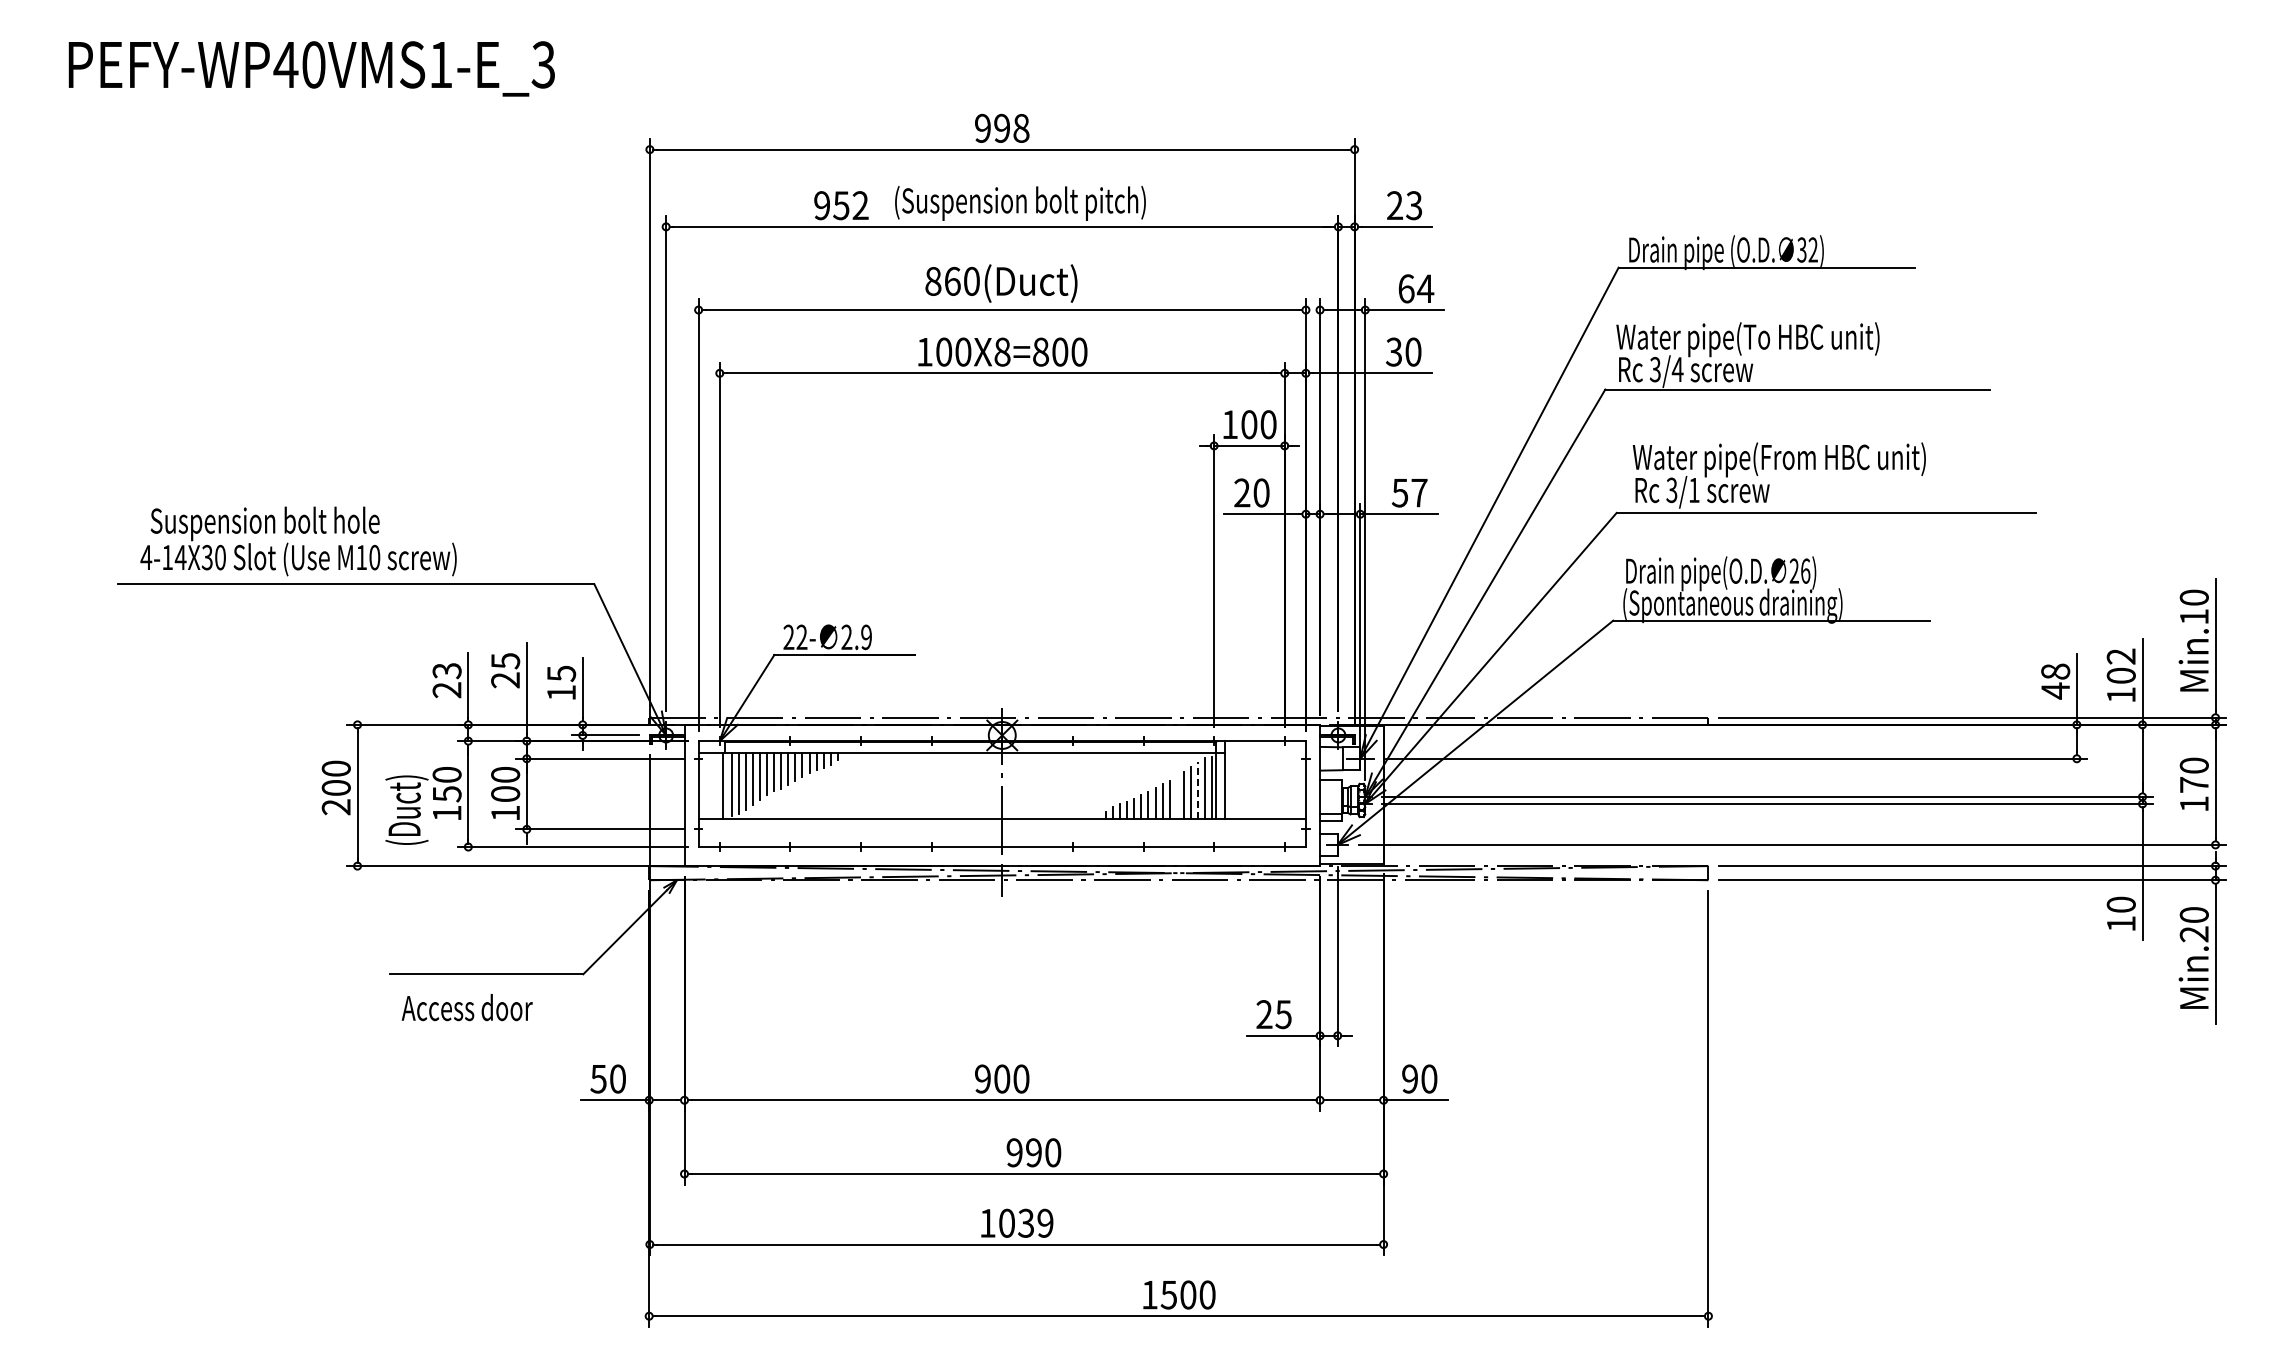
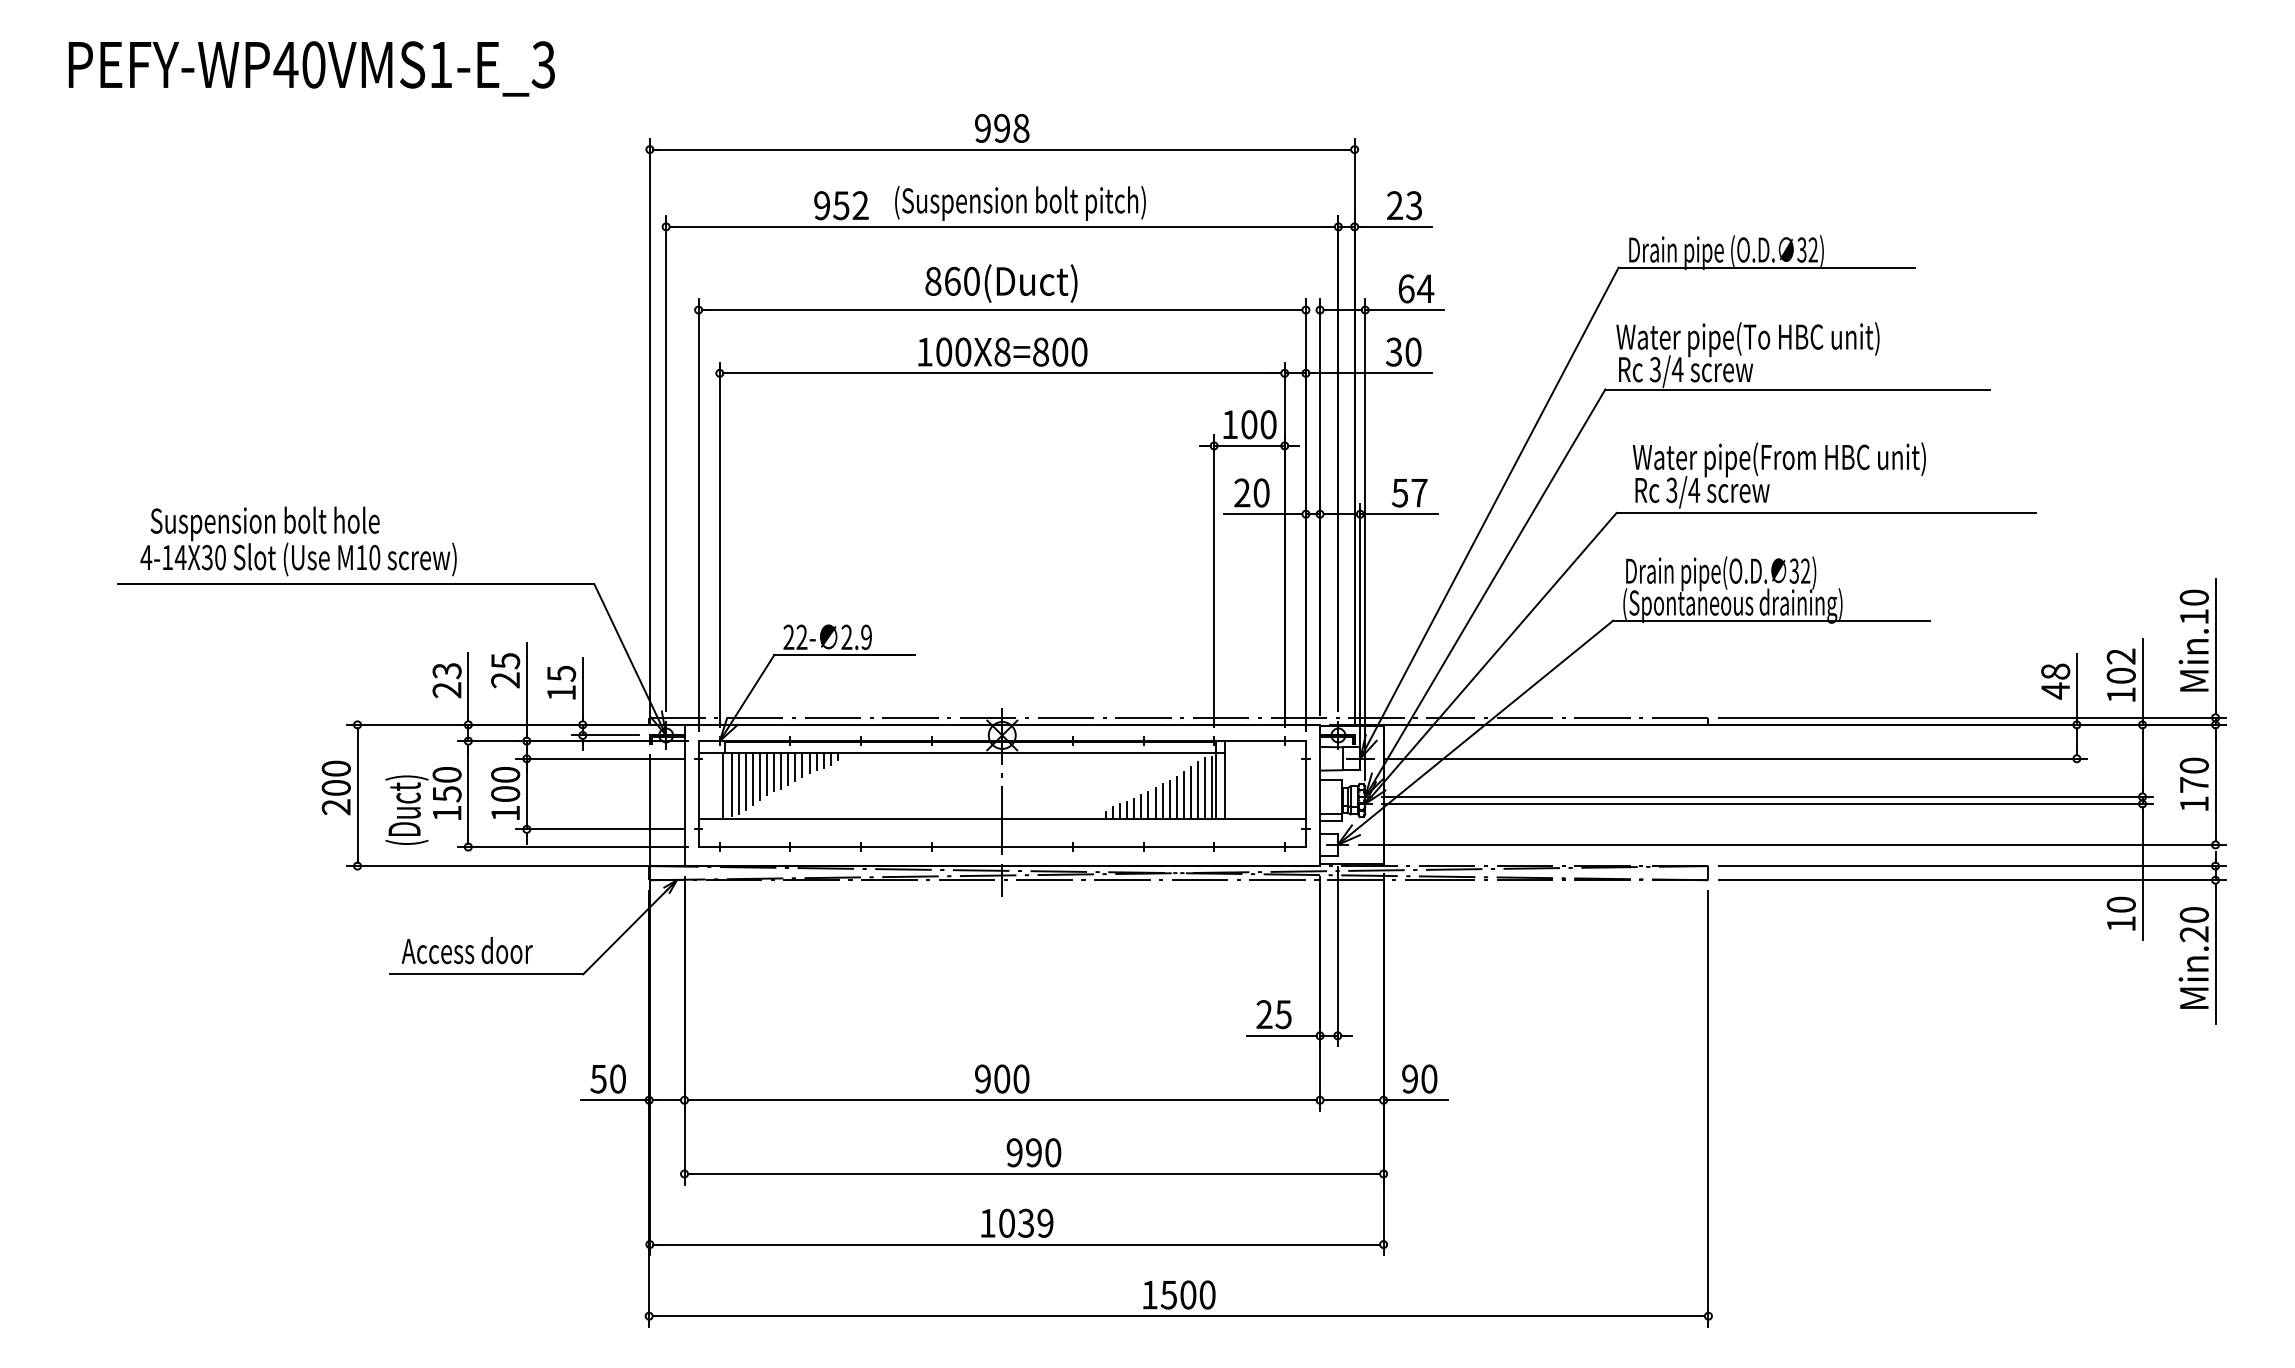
text at (1694, 490): 3/1 -> 3/4
text at (1799, 570): 26) -> 32)
line at (1197, 790): dashed -> solid
line at (1176, 797): none -> present
text at (466, 1007) position: (466, 1007) -> (466, 950)
